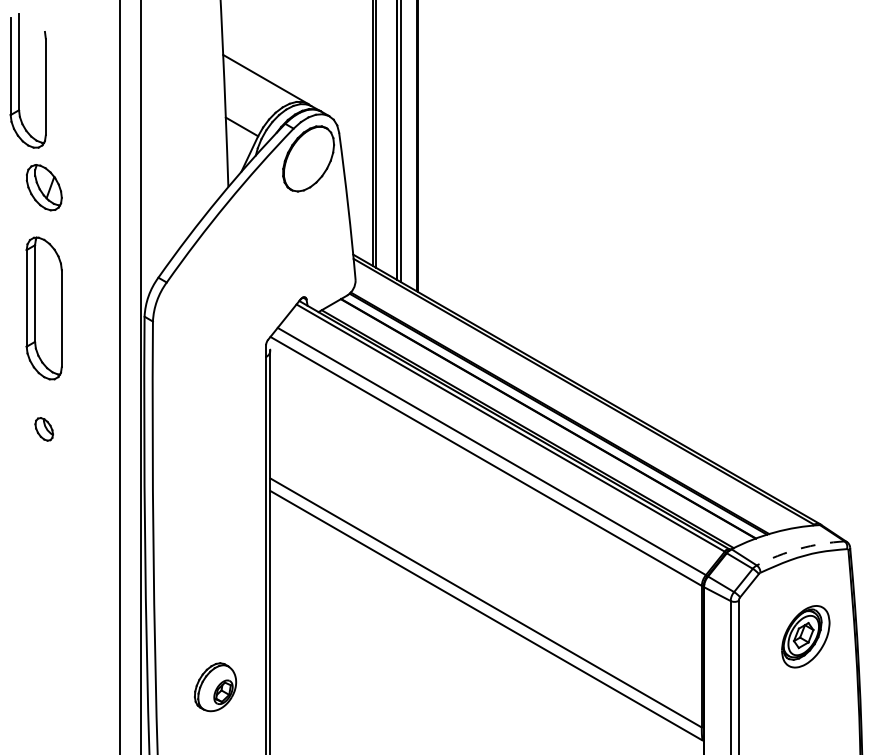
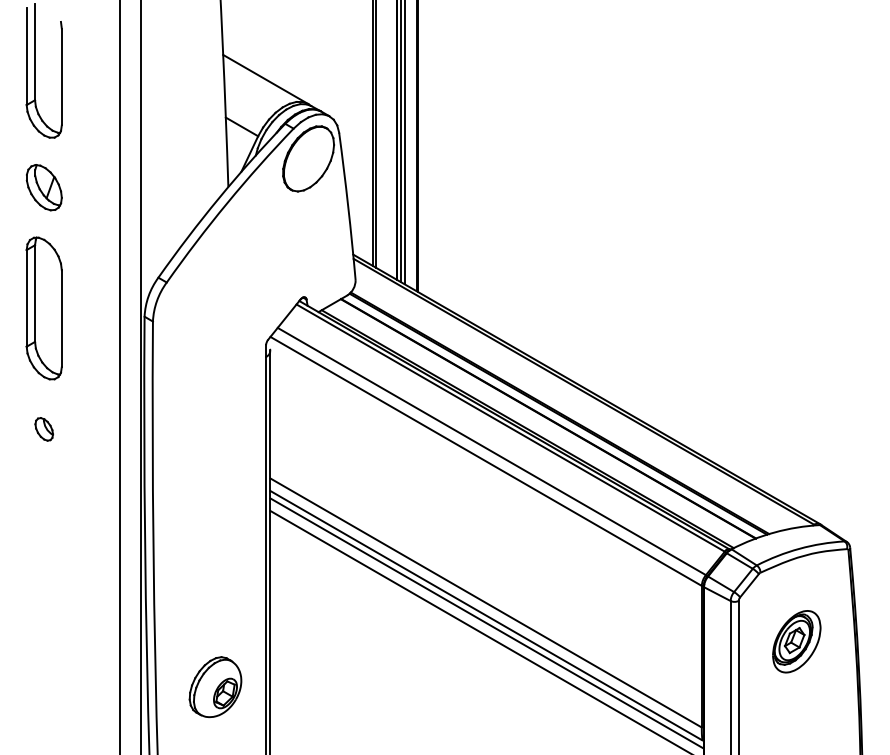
part at (19, 80) position: (19, 80) -> (35, 70)
line at (404, 143): none -> present
arc at (799, 548): dashed -> solid
line at (486, 623): none -> present
line at (478, 630): none -> present
part at (805, 636) position: (805, 636) -> (796, 641)
part at (215, 687) size: 44x51 px -> 55x63 px
